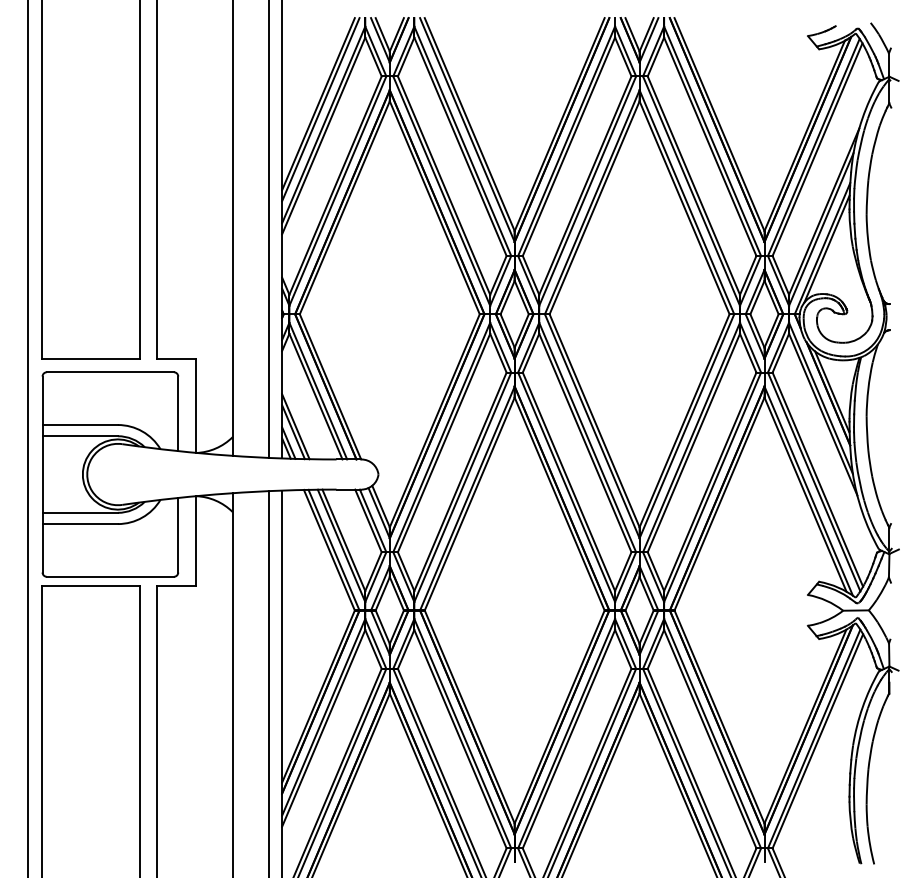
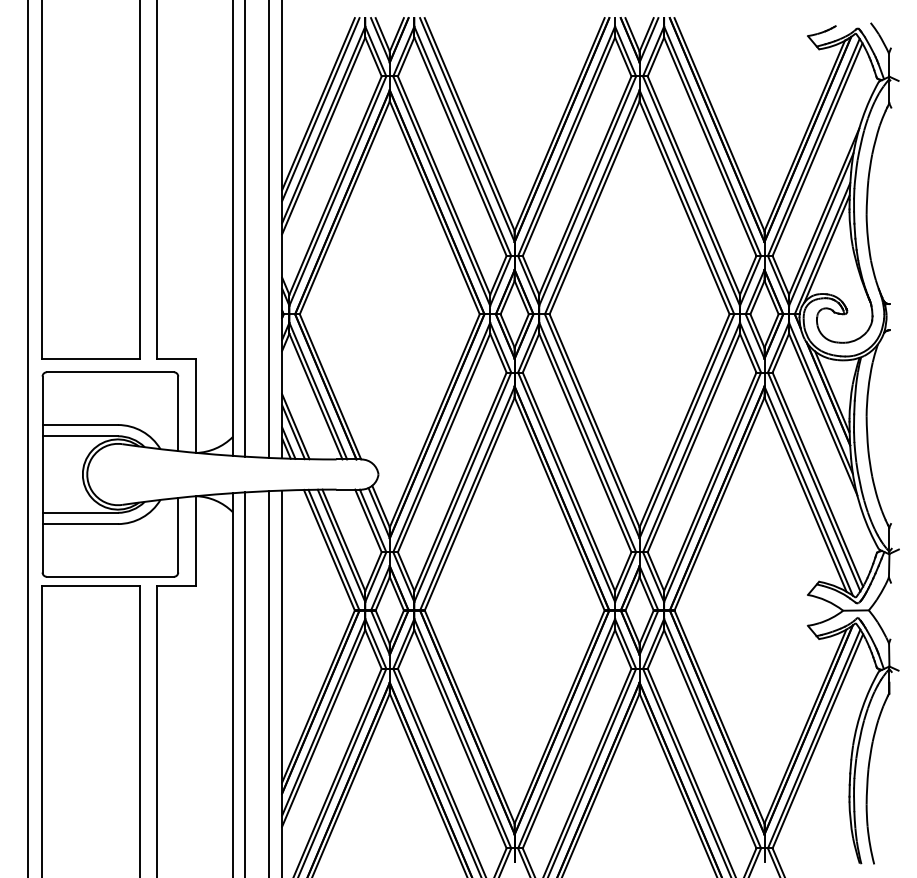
line at (245, 229): none -> present
line at (245, 683): none -> present
